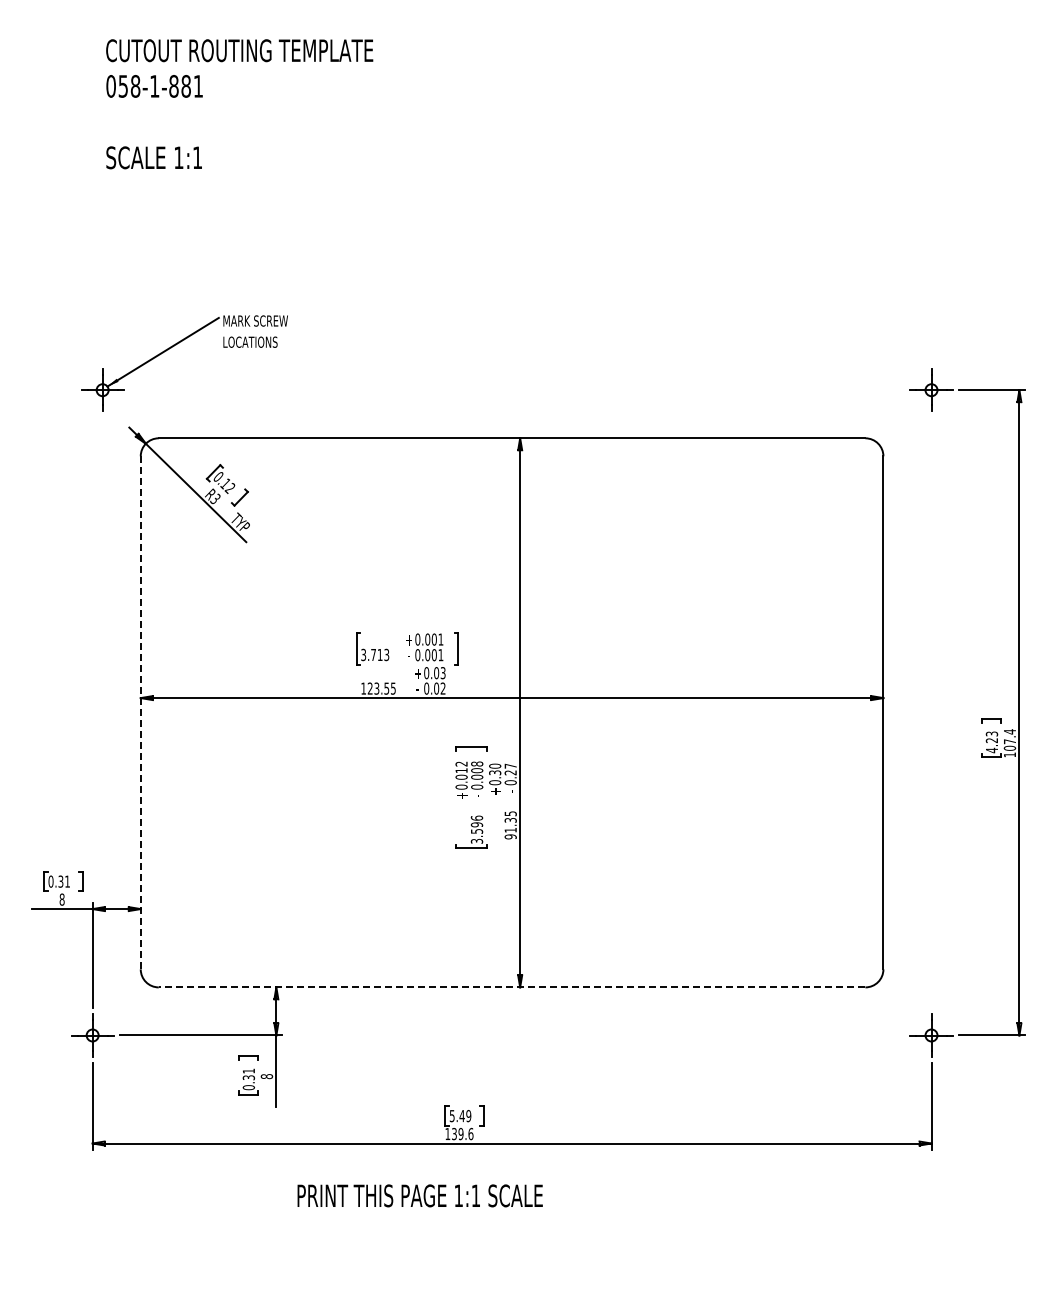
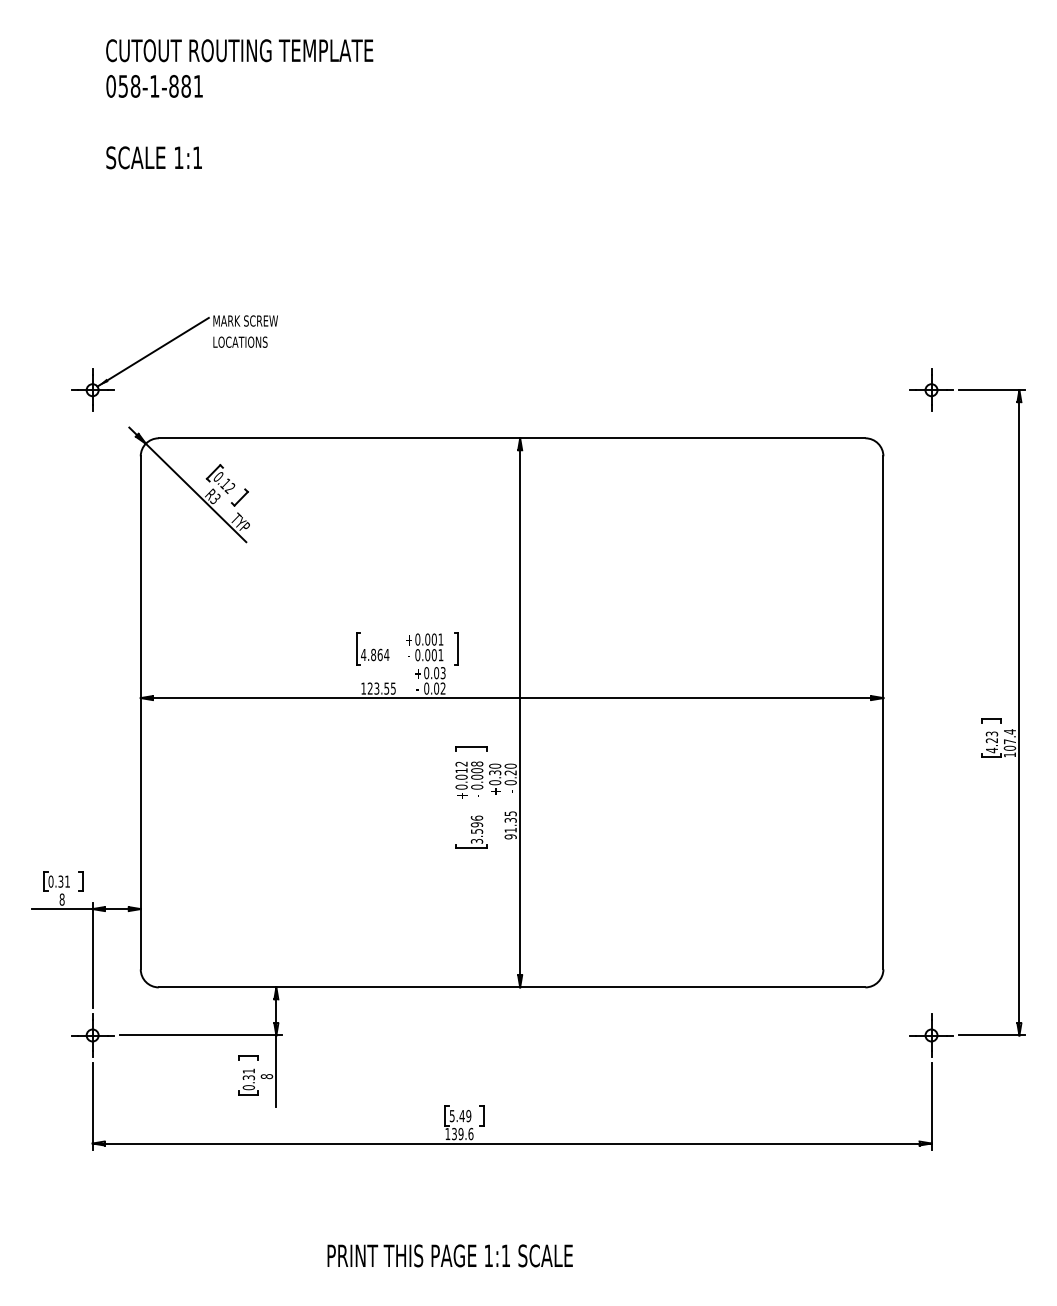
part at (176, 345) position: (176, 345) -> (166, 345)
text at (375, 654): 3.713 -> 4.864
line at (140, 712): dashed -> solid
text at (510, 765): 0.27 -> 0.20
line at (511, 987): dashed -> solid
text at (419, 1195) position: (419, 1195) -> (449, 1255)
